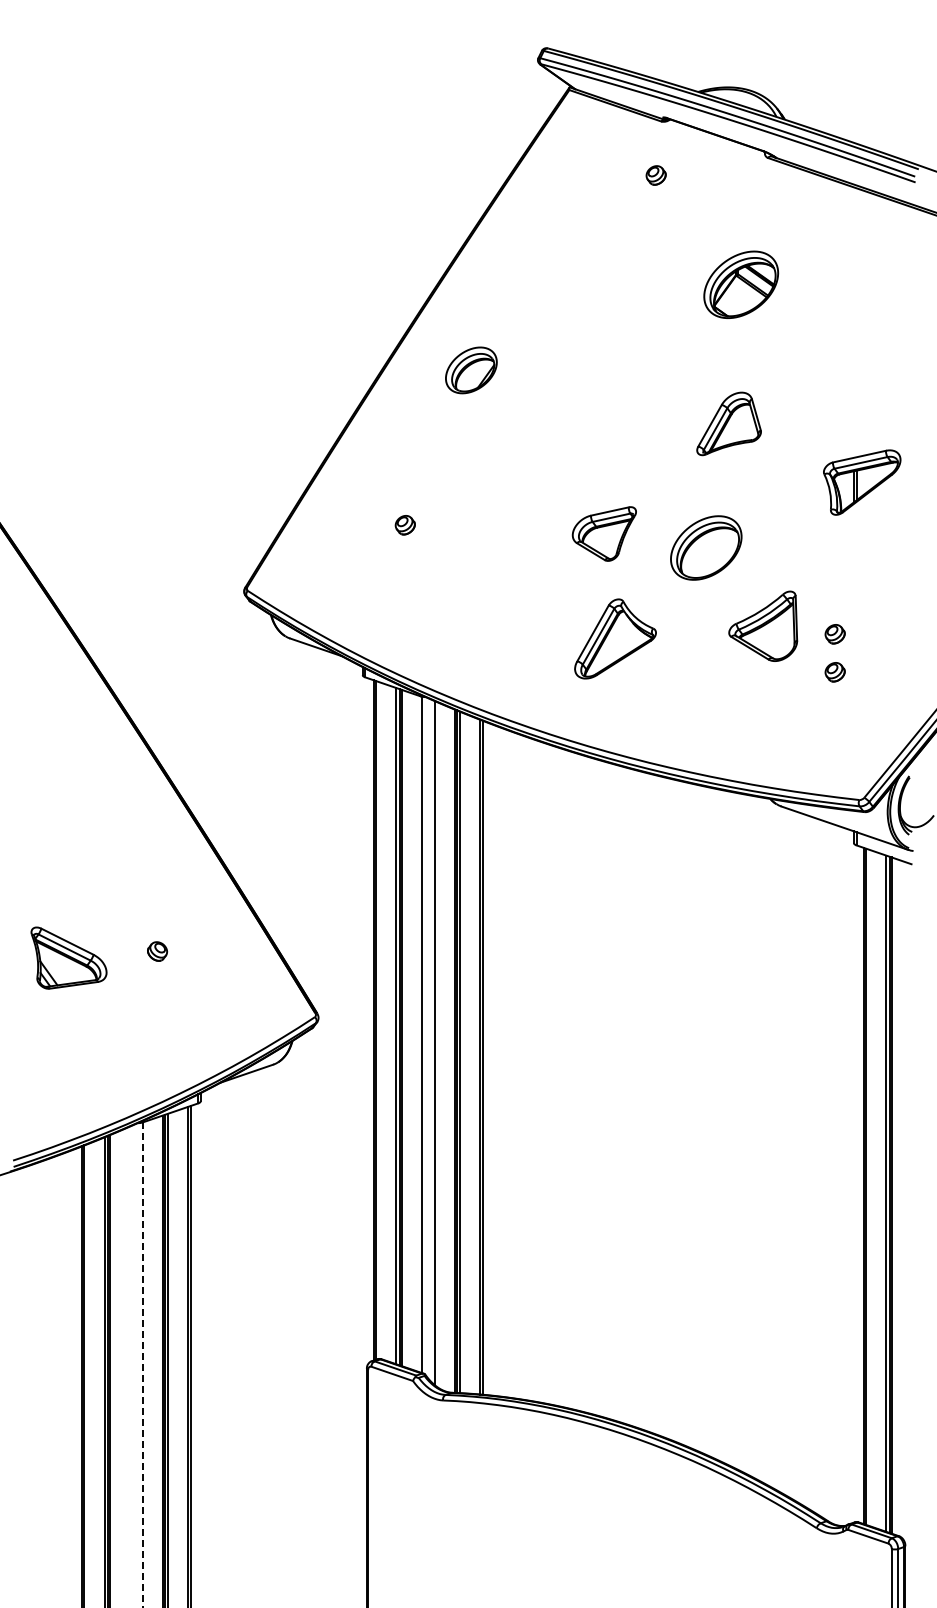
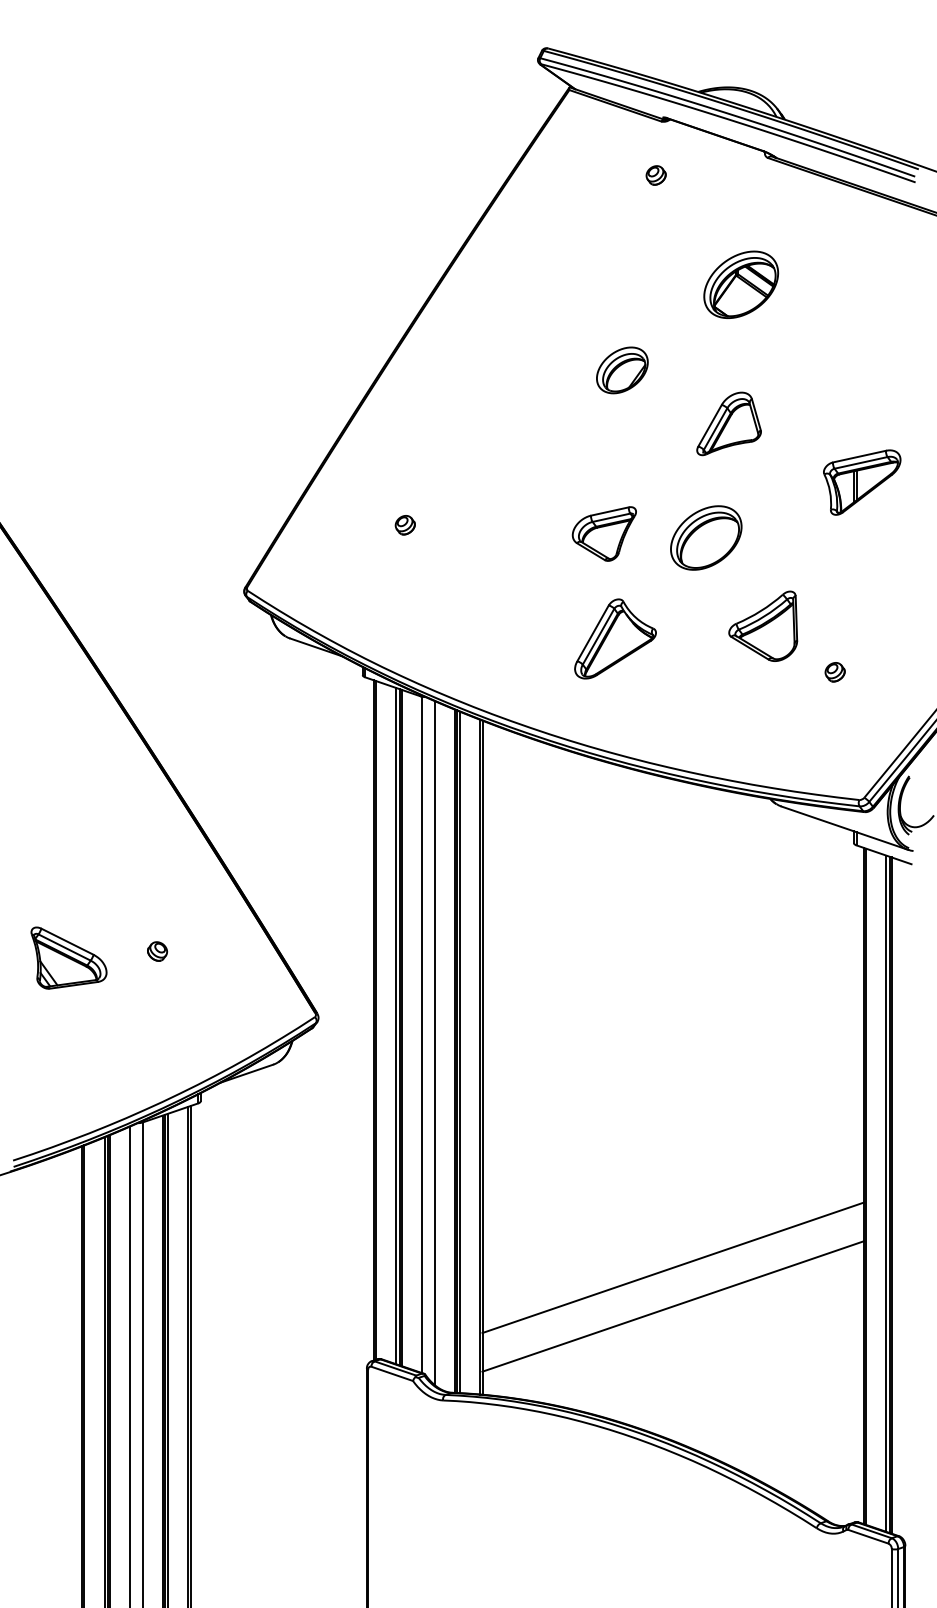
part at (471, 370) position: (471, 370) -> (622, 370)
part at (706, 547) position: (706, 547) -> (706, 537)
part at (834, 634): present -> none
line at (672, 1267): none -> present
line at (672, 1306): none -> present
line at (129, 1365): none -> present
line at (142, 1365): dashed -> solid
